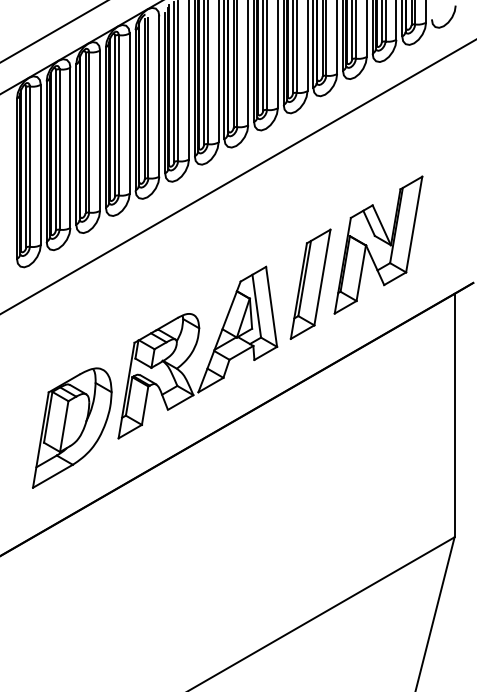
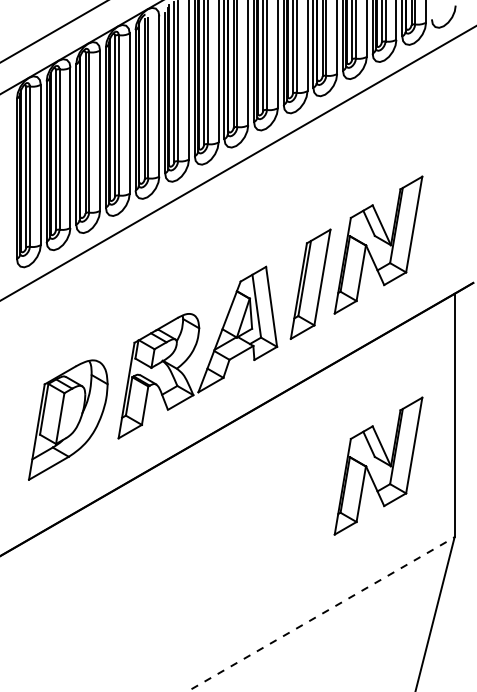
line at (237, 177) position: (237, 177) -> (237, 163)
part at (72, 427) position: (72, 427) -> (68, 419)
part at (378, 465): none -> present
line at (321, 614): solid -> dashed
